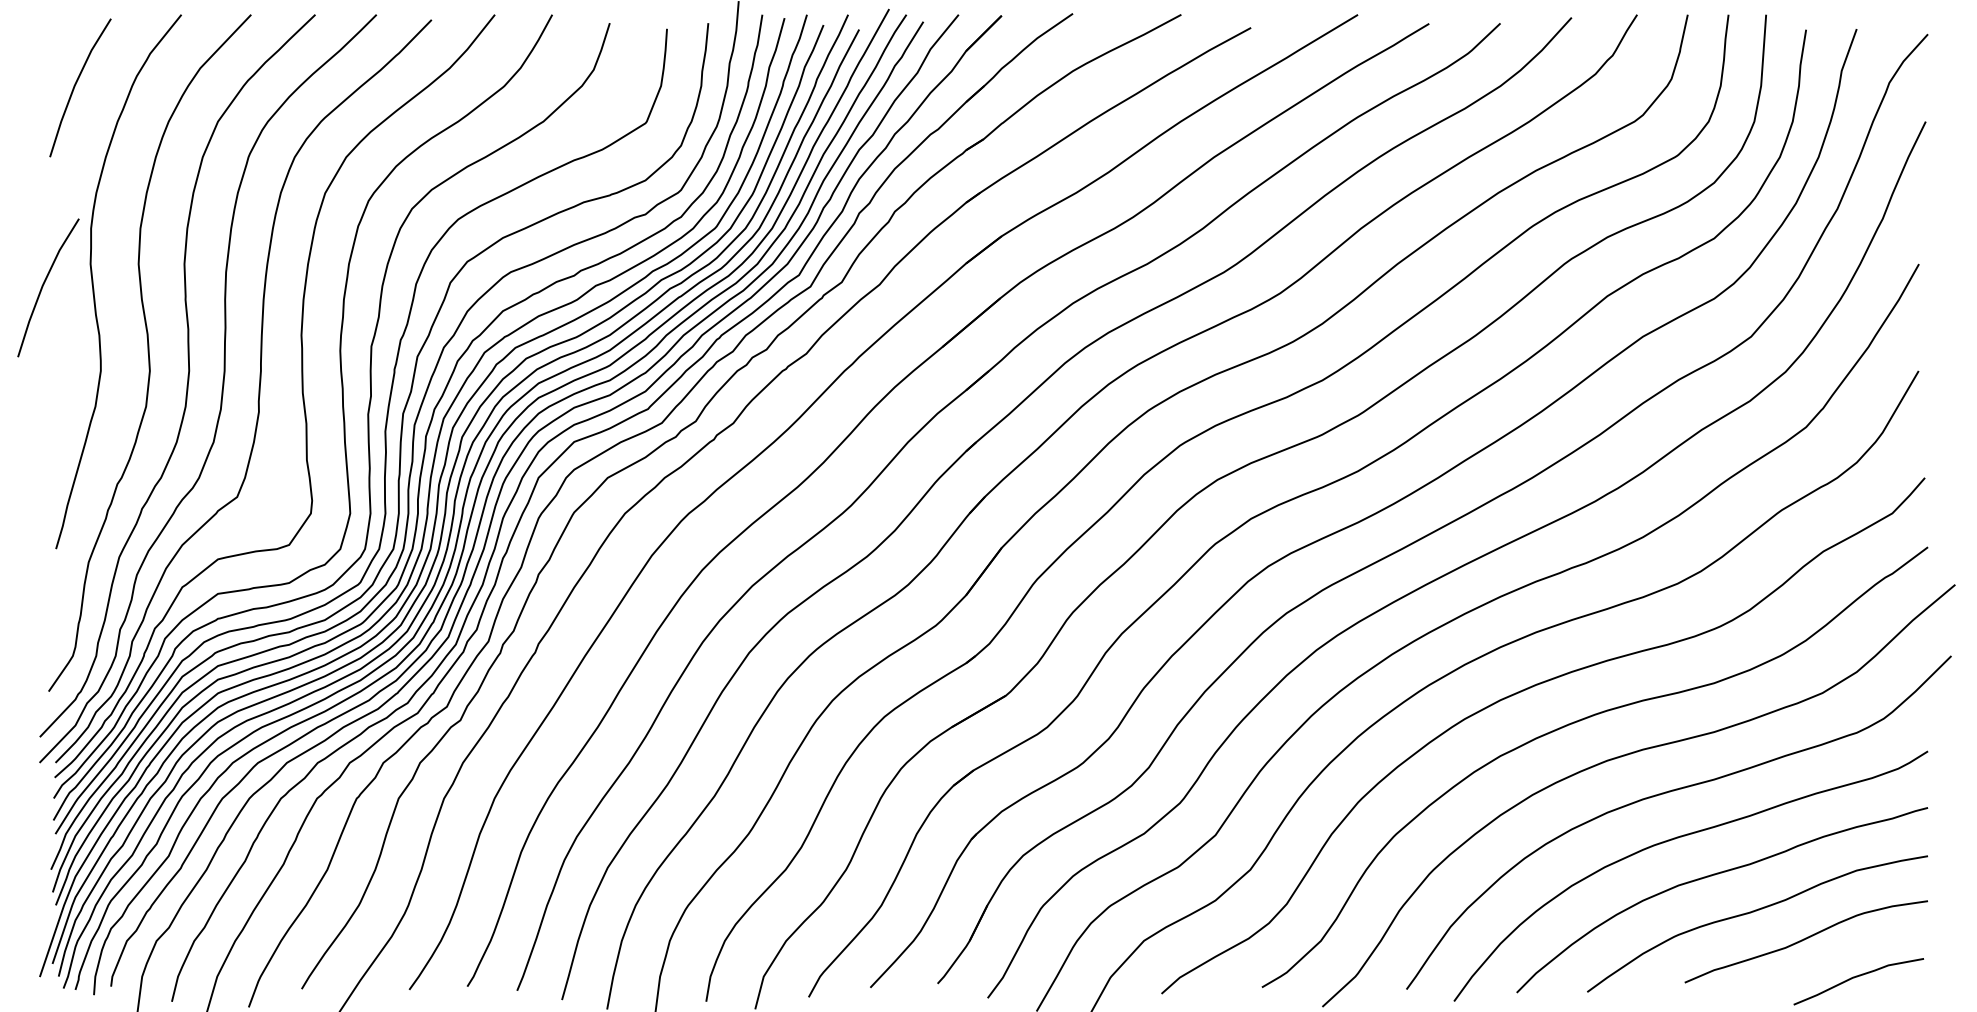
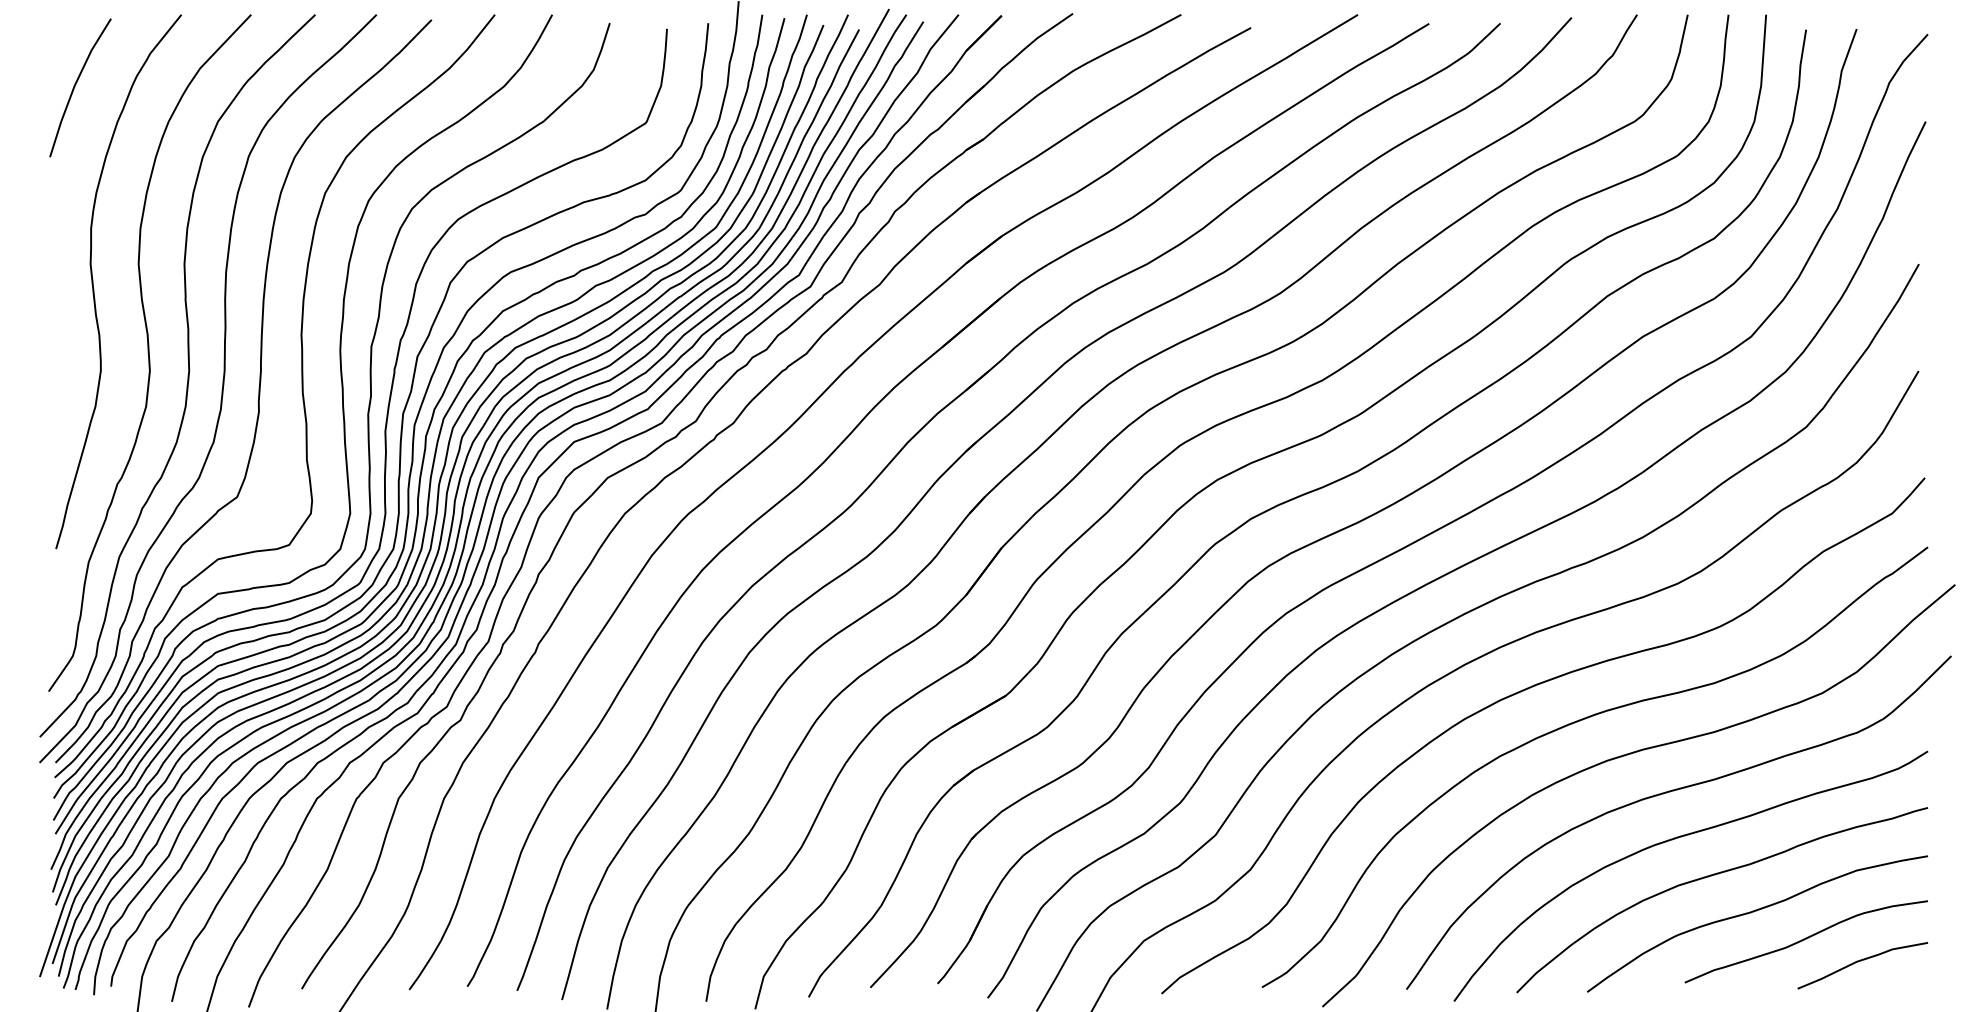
line at (44, 284): present -> none
curve at (1857, 977) position: (1857, 977) -> (1861, 961)
